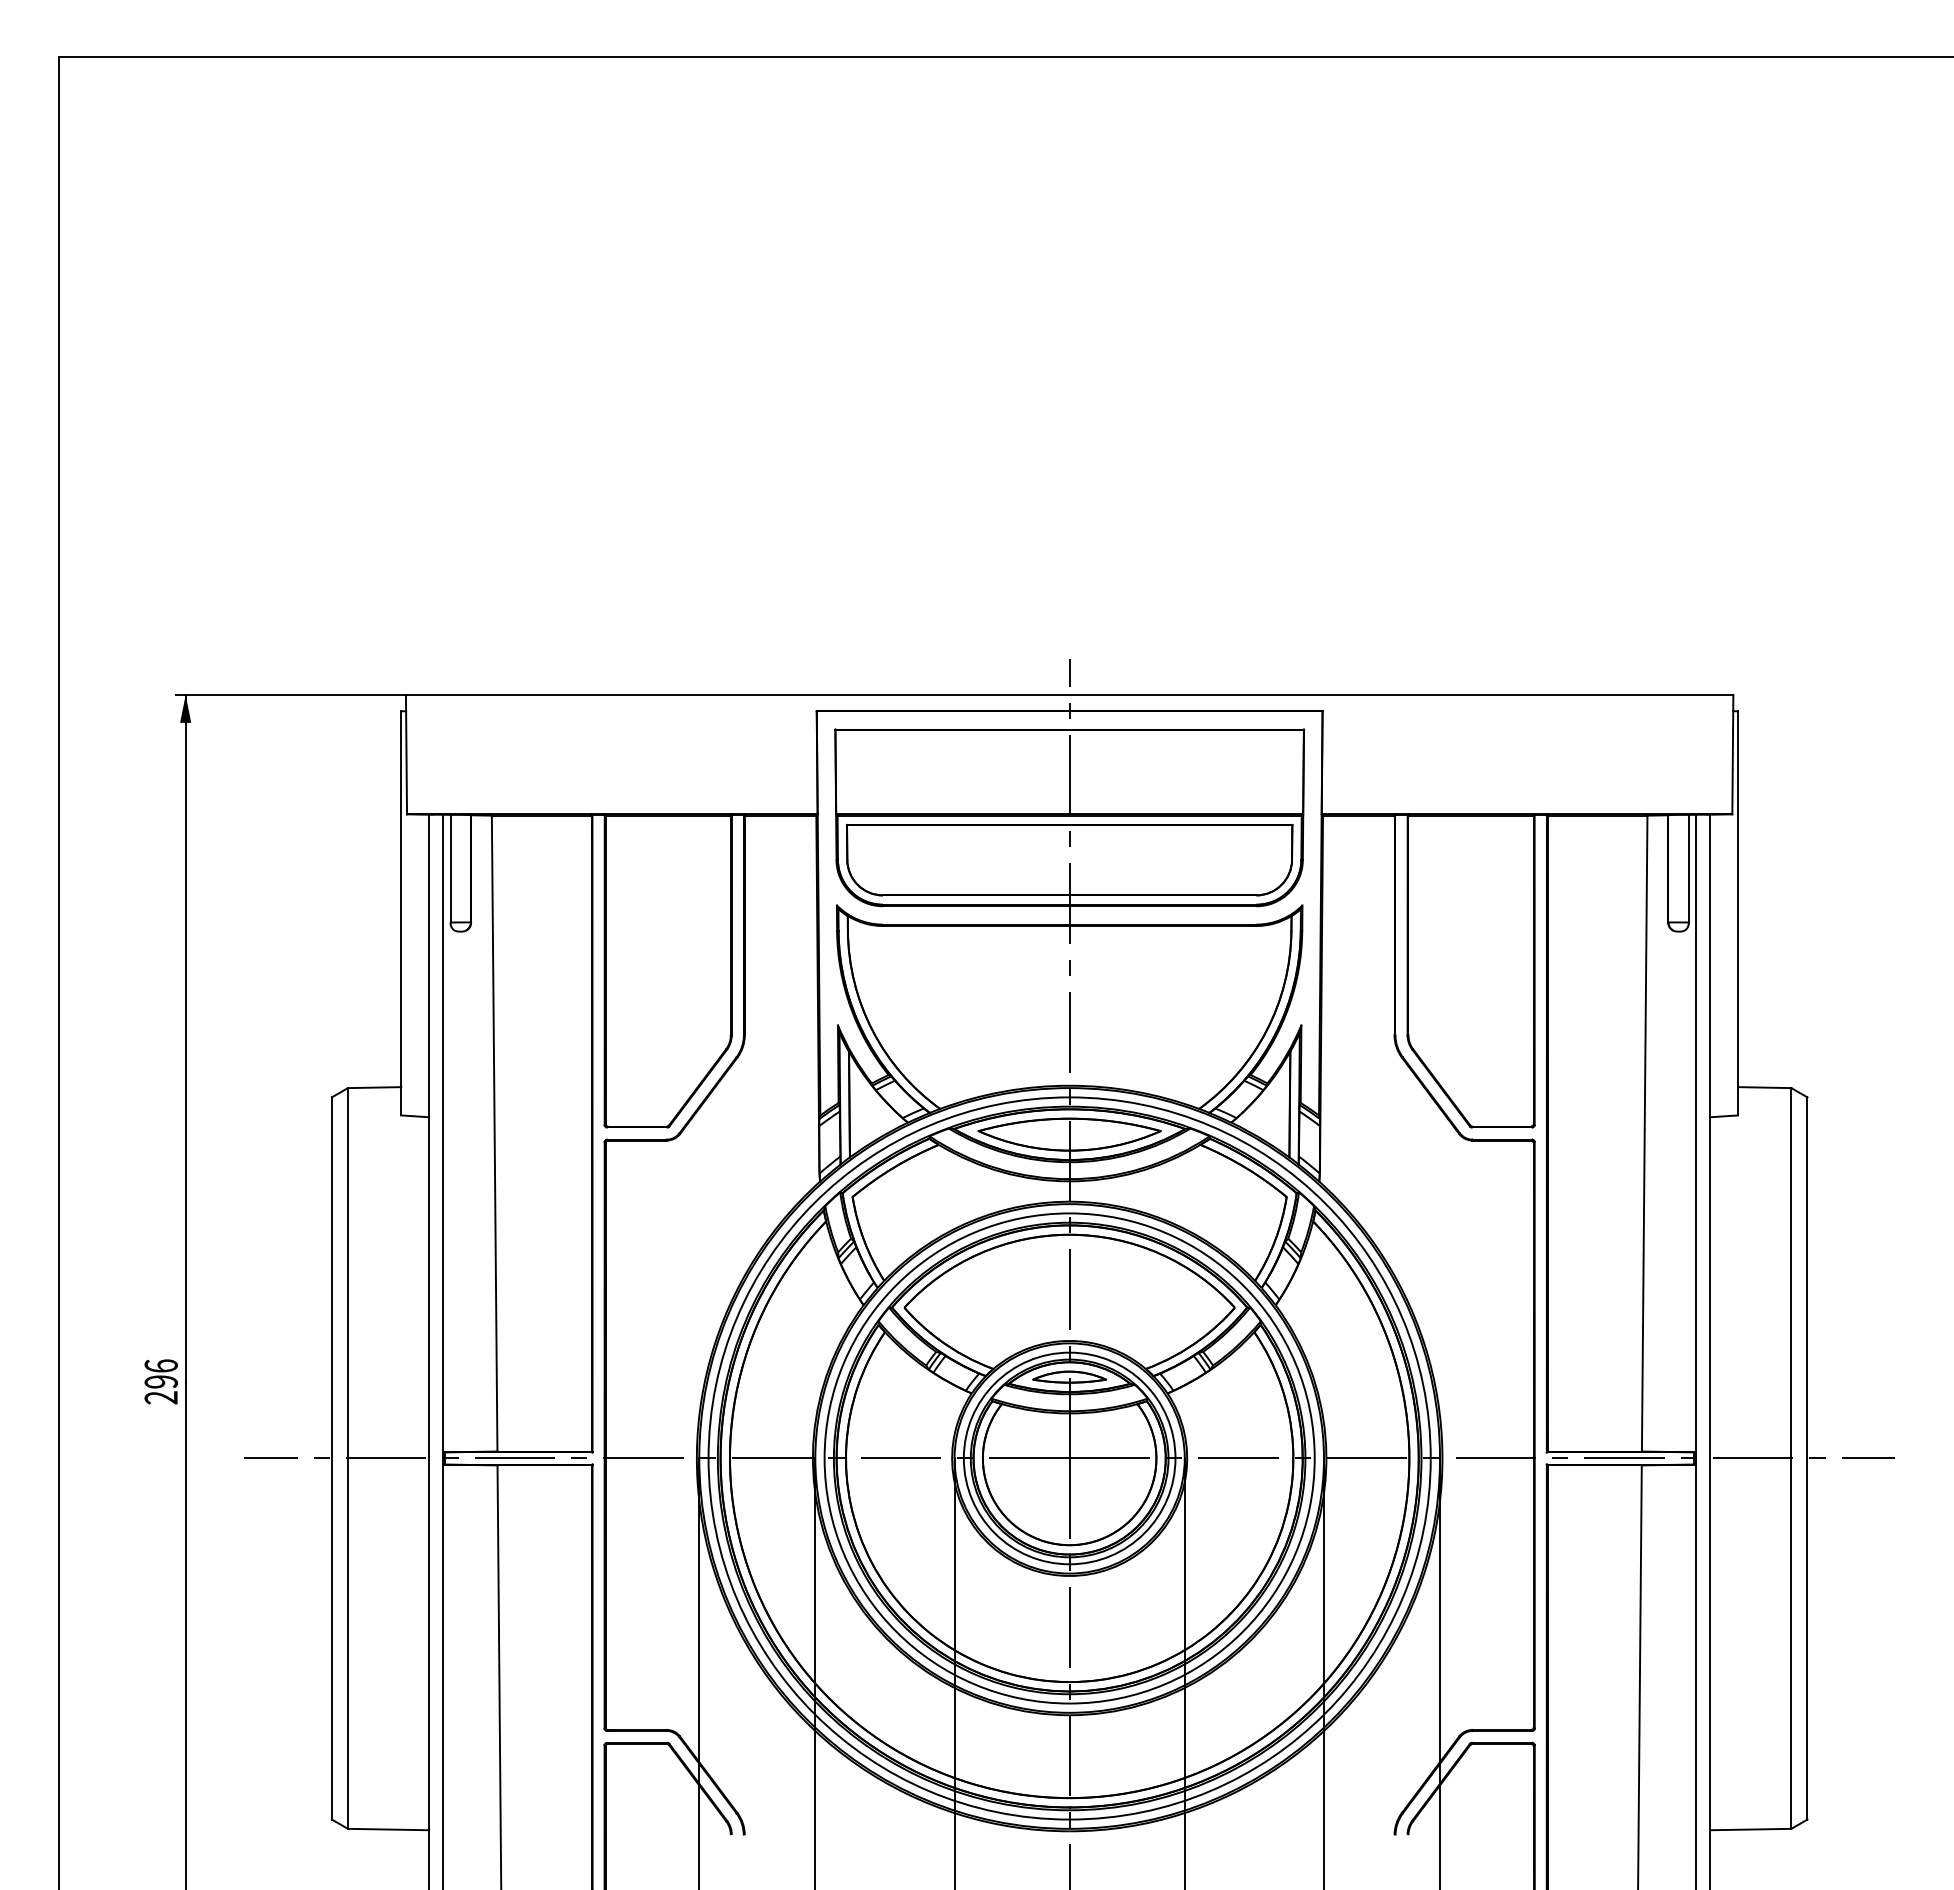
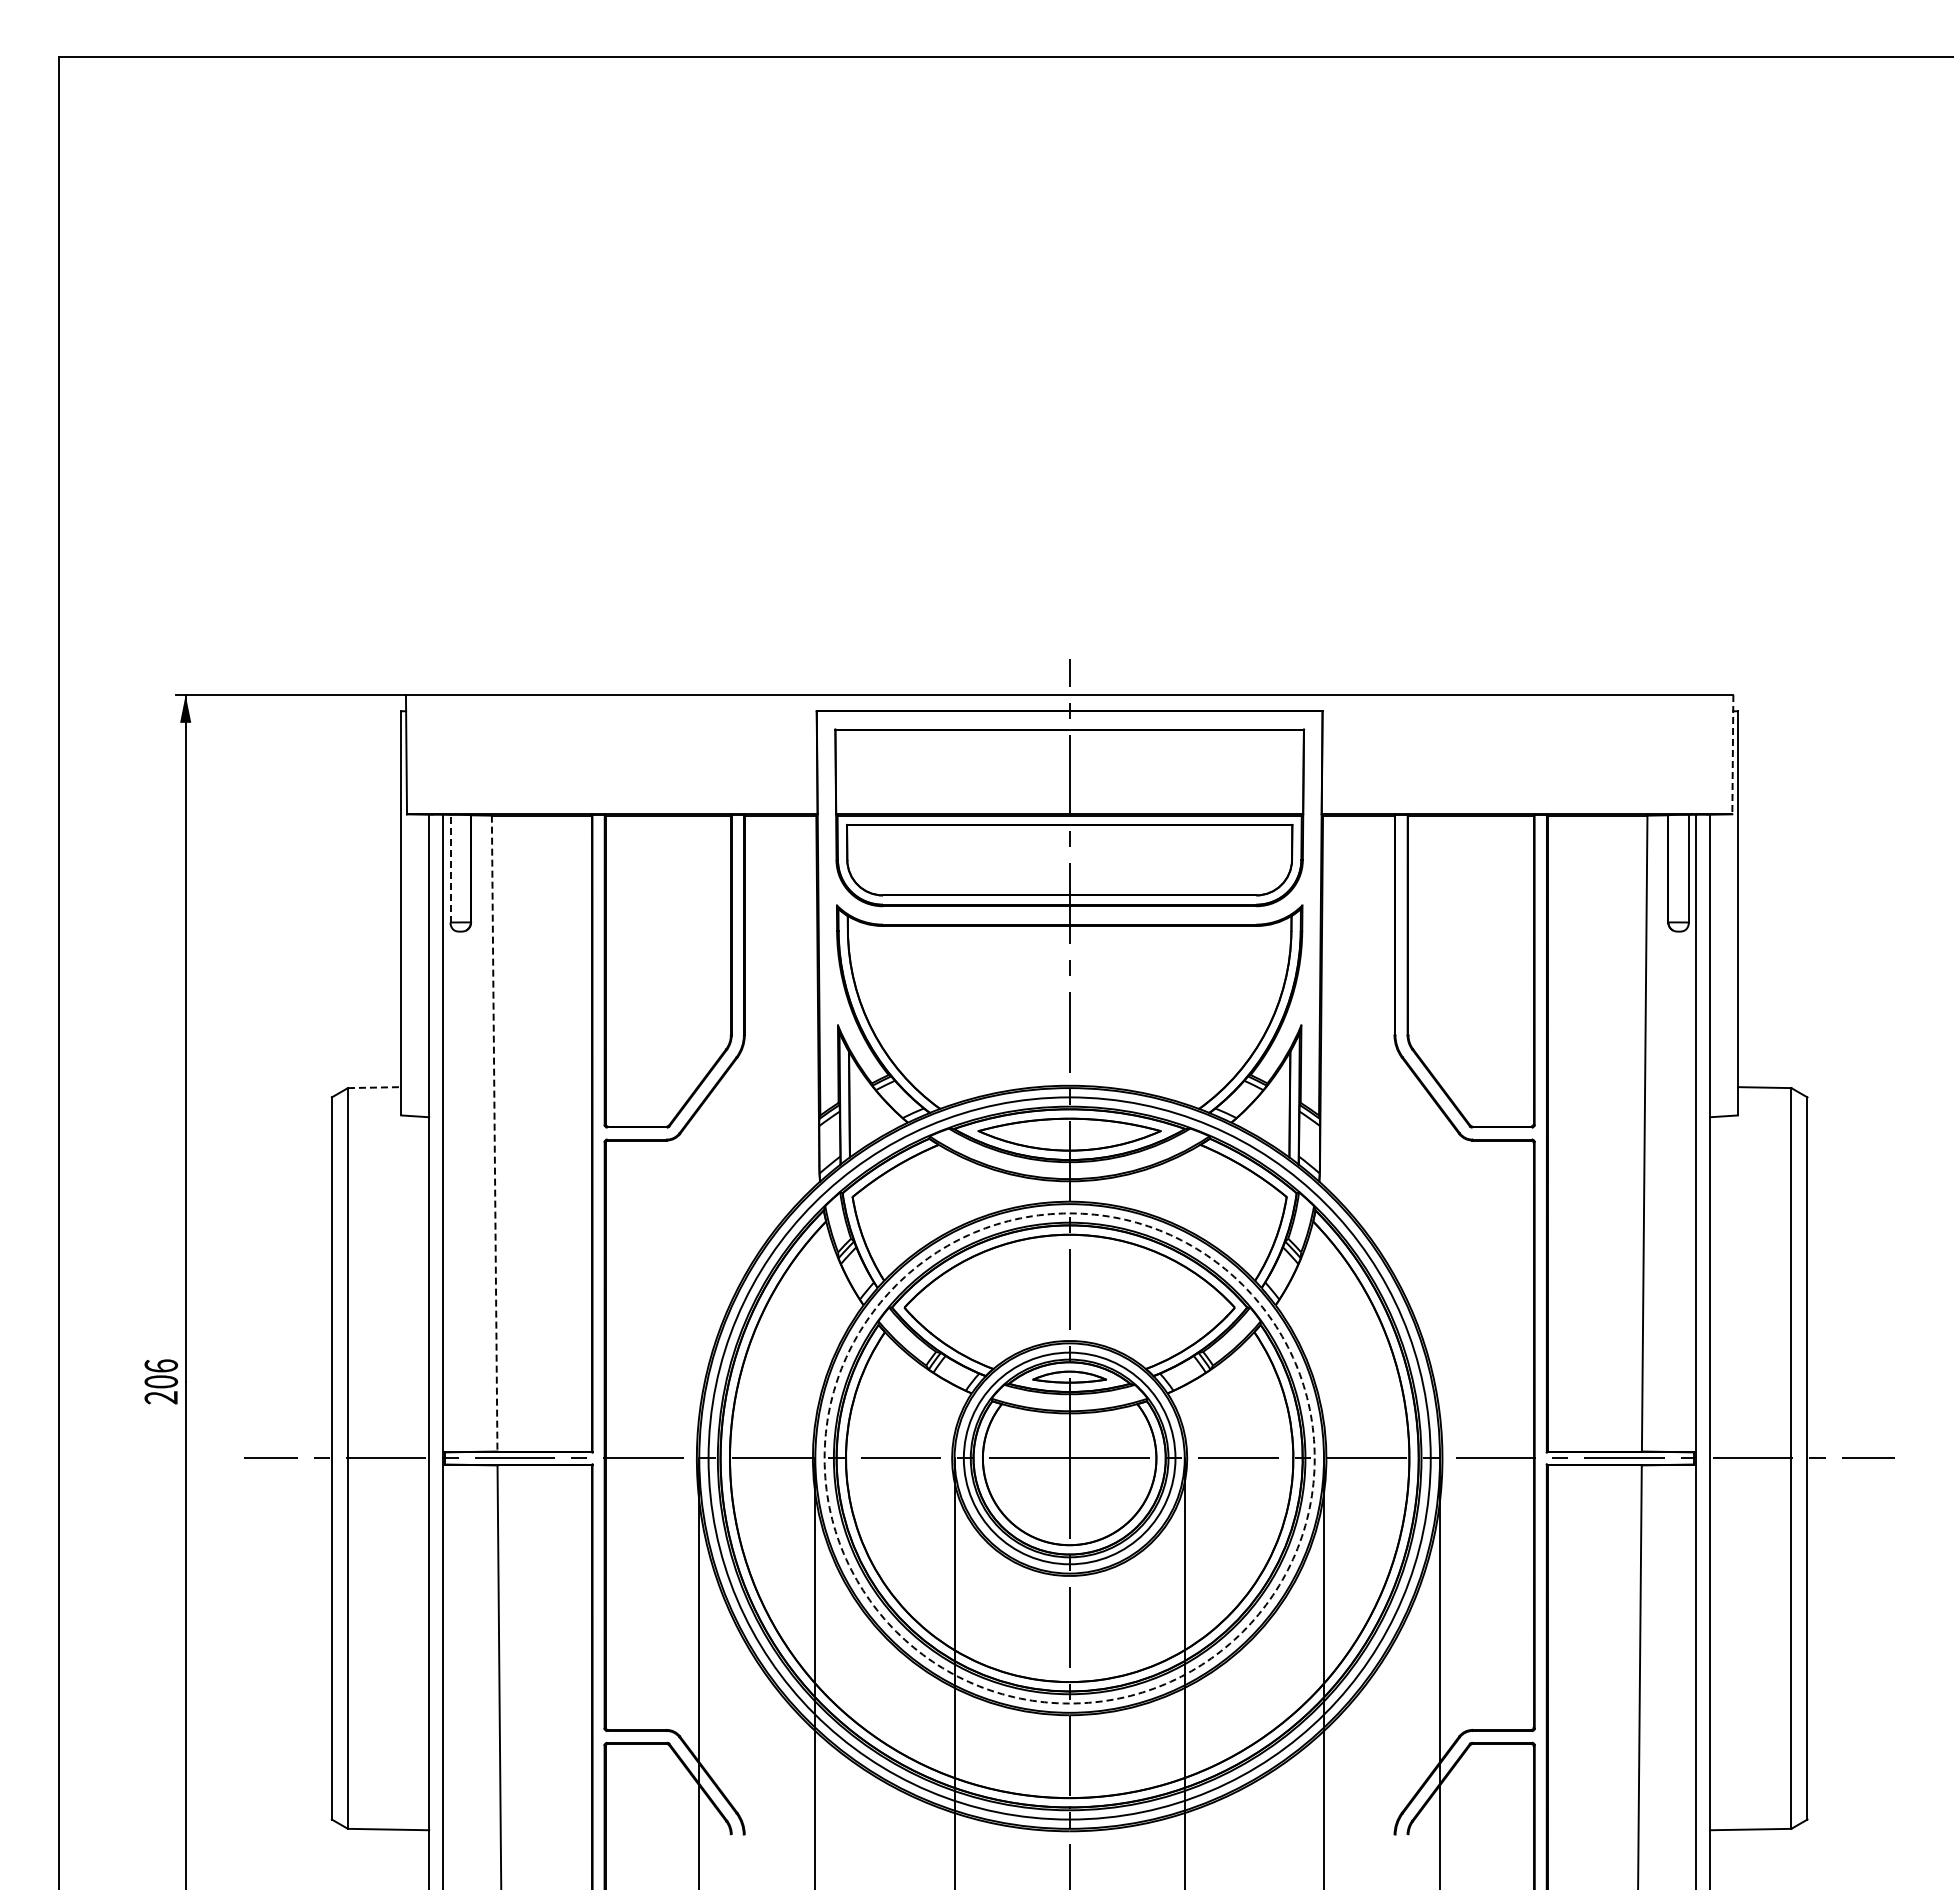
line at (1732, 754): solid -> dashed
line at (450, 868): solid -> dashed
line at (374, 1087): solid -> dashed
line at (494, 1133): solid -> dashed
text at (161, 1381): 296 -> 206
circle at (1069, 1458): solid -> dashed
